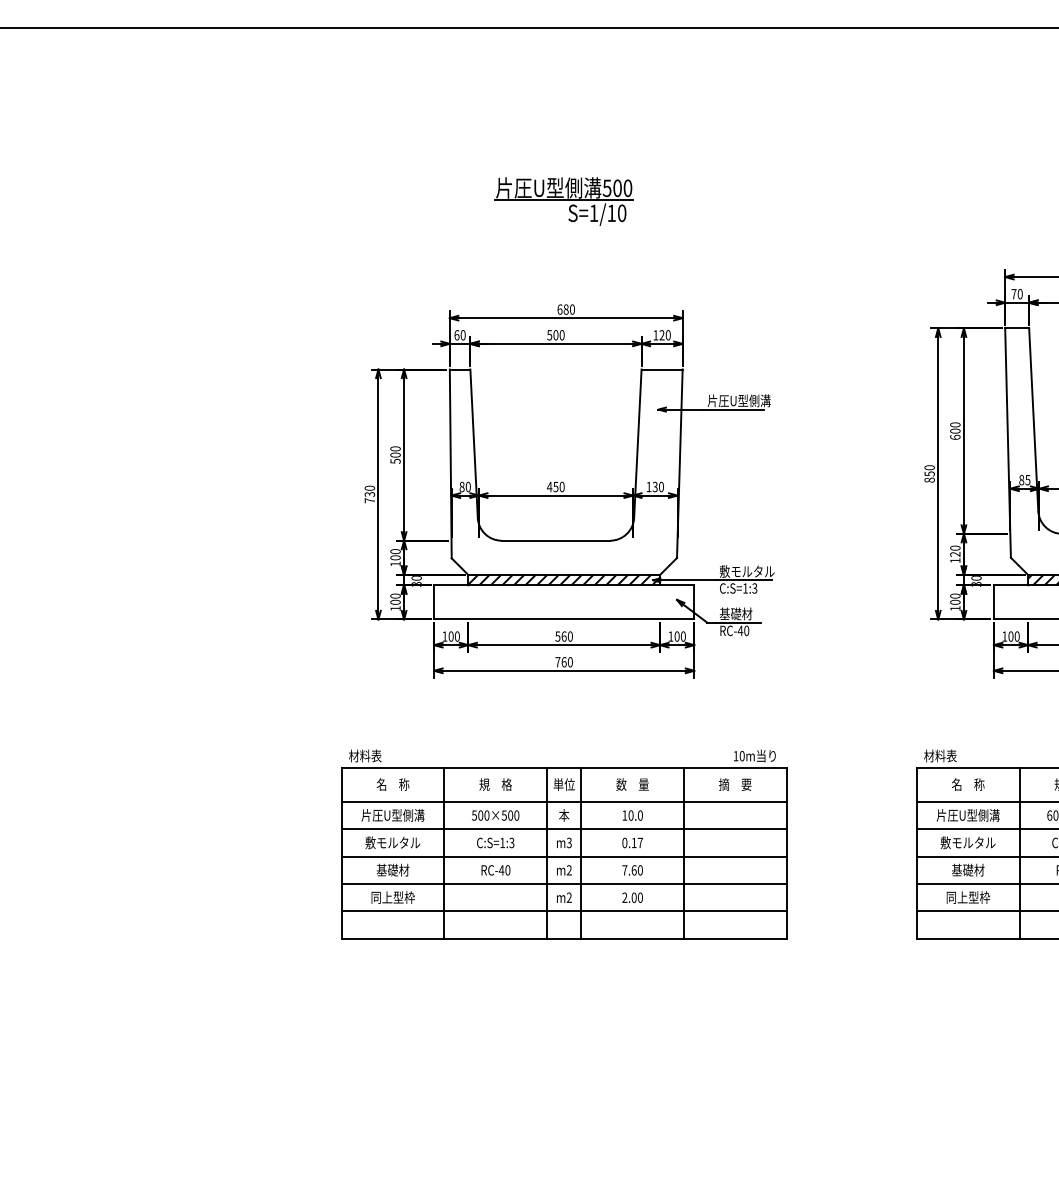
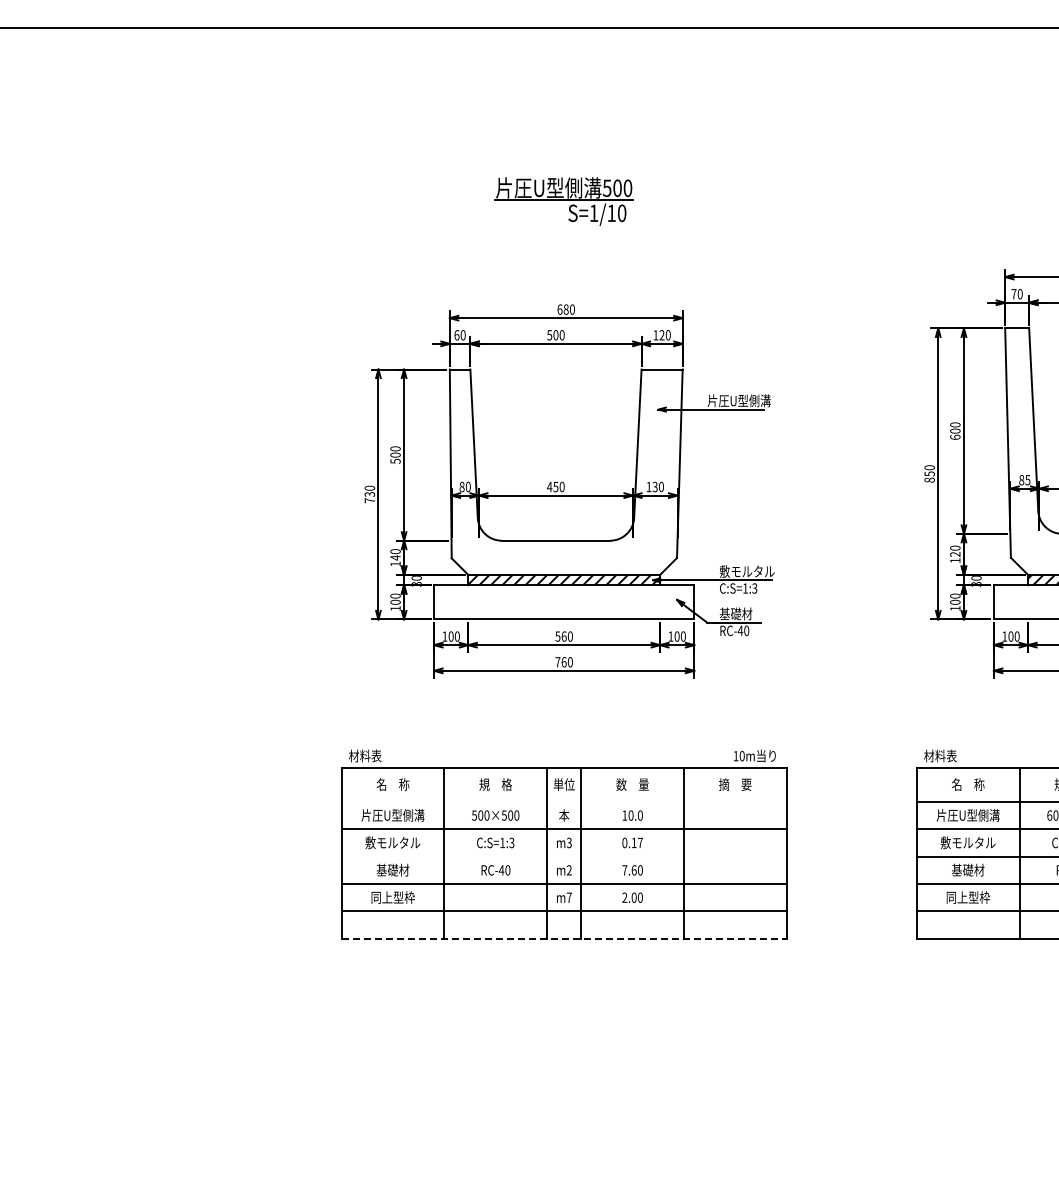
text at (395, 557): 100 -> 140
line at (563, 801): present -> none
line at (563, 856): present -> none
text at (568, 897): m2 -> m7
line at (564, 938): solid -> dashed
